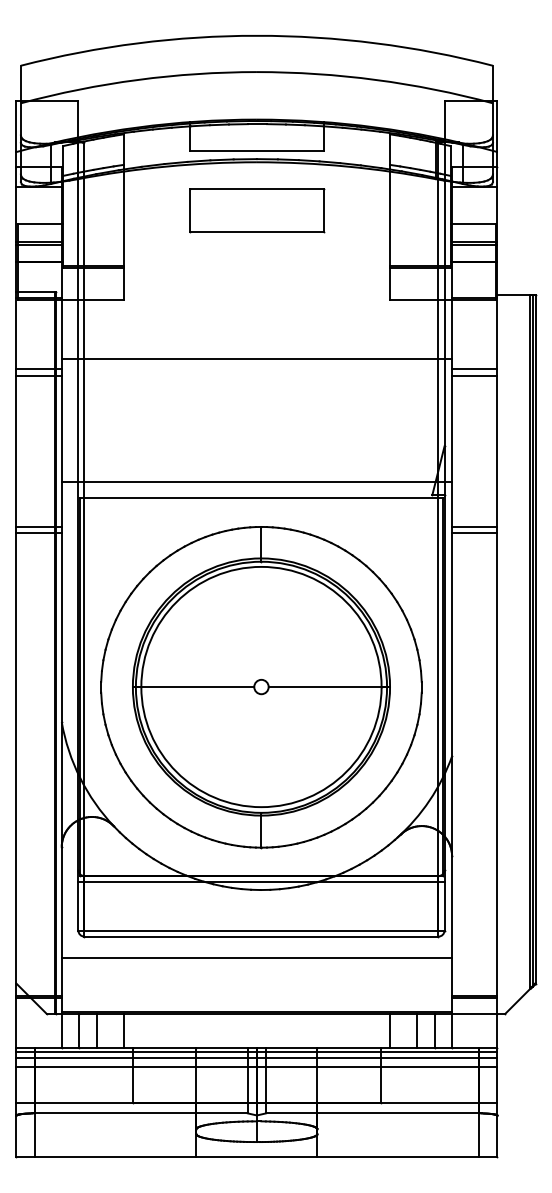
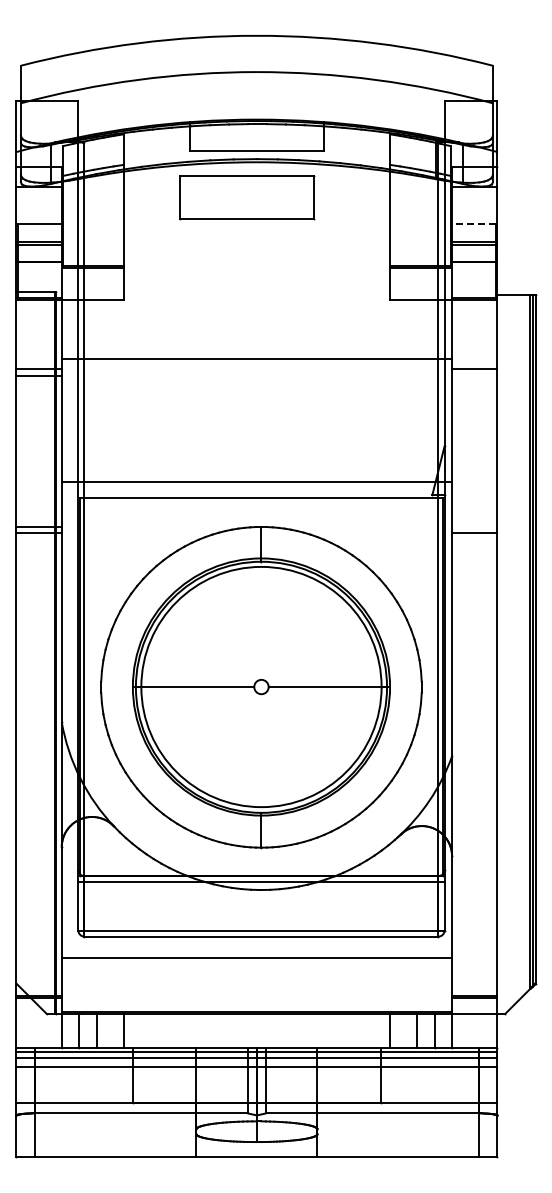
part at (257, 210) position: (257, 210) -> (247, 197)
line at (474, 223): solid -> dashed
line at (474, 376): present -> none
line at (474, 526): present -> none
